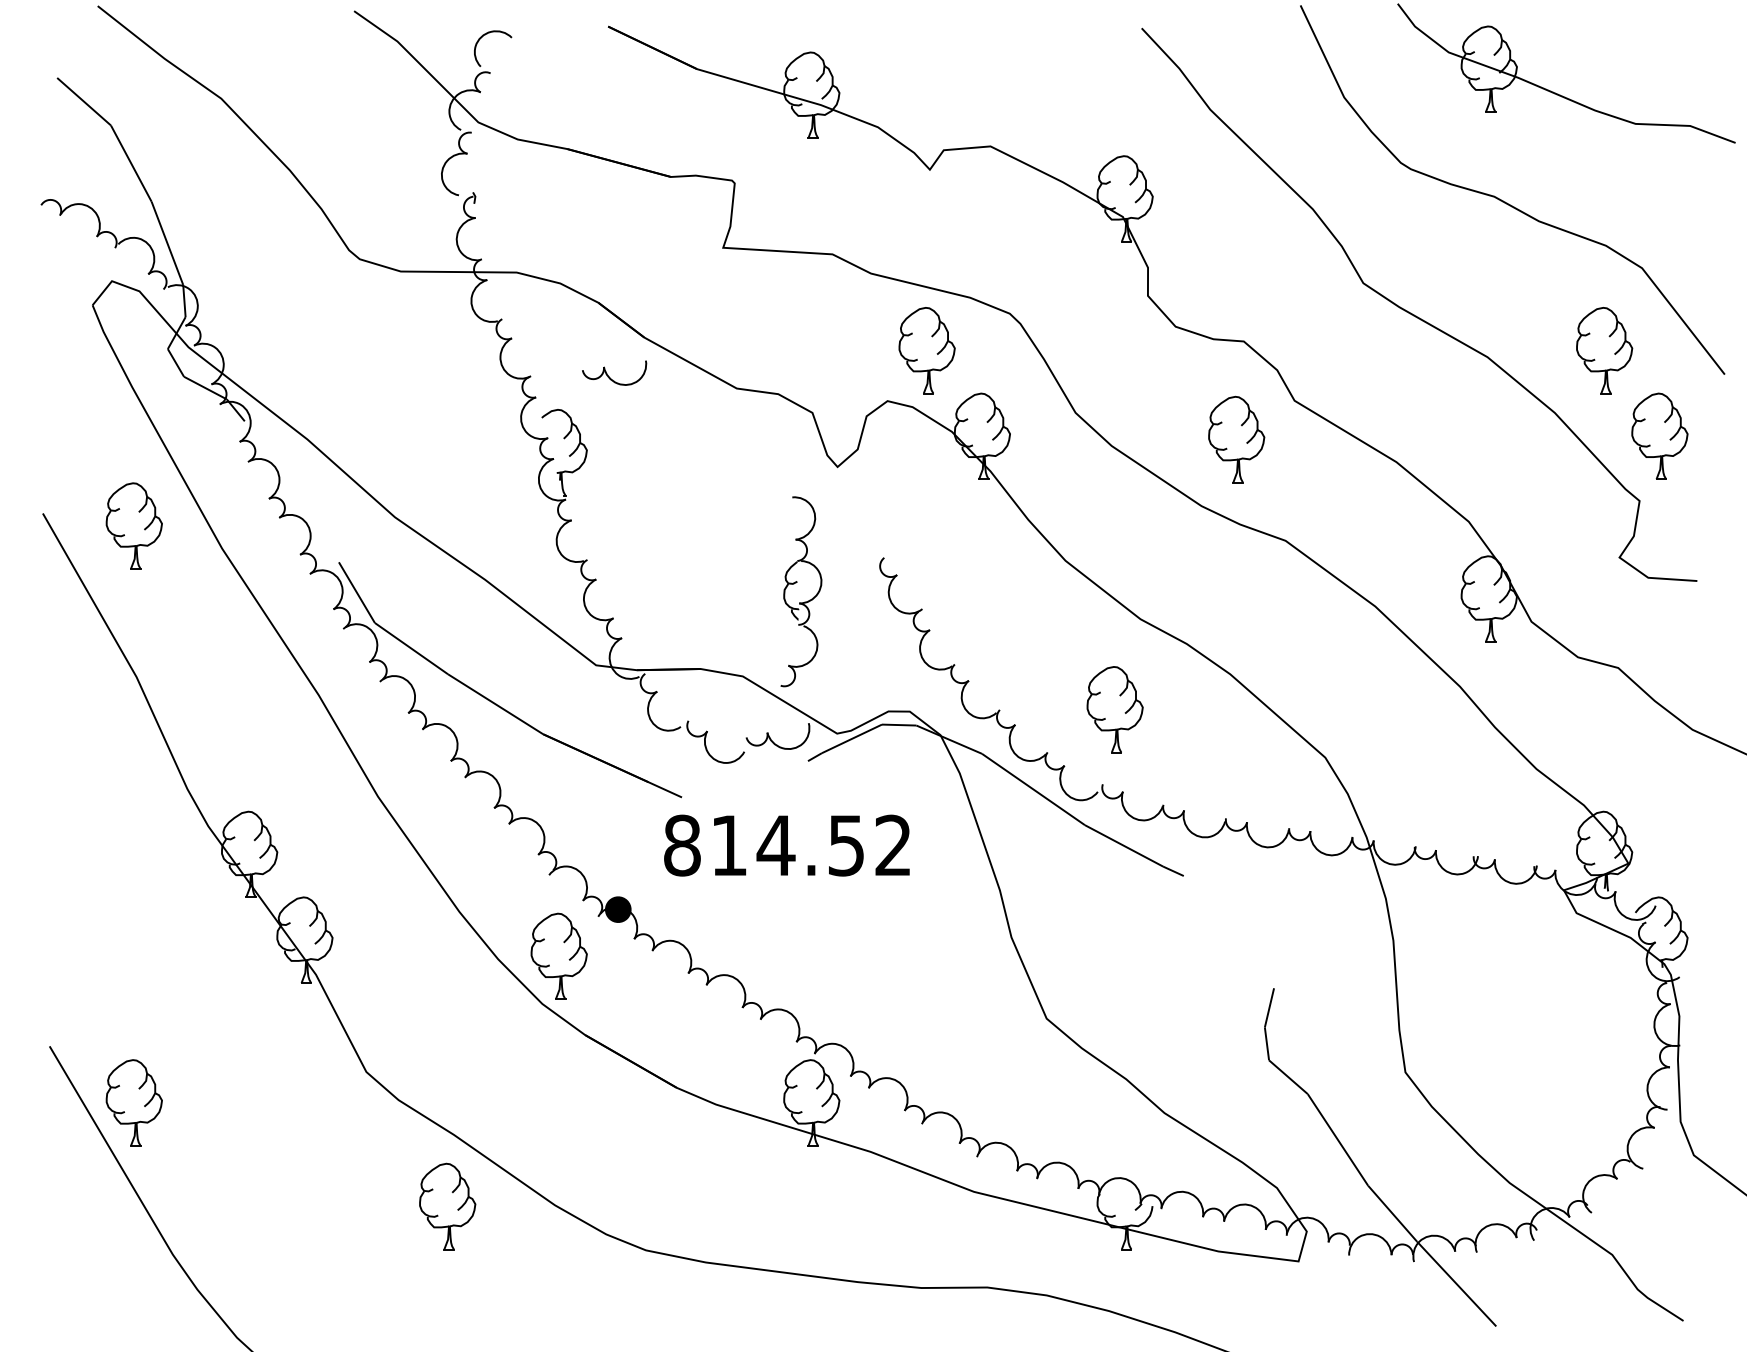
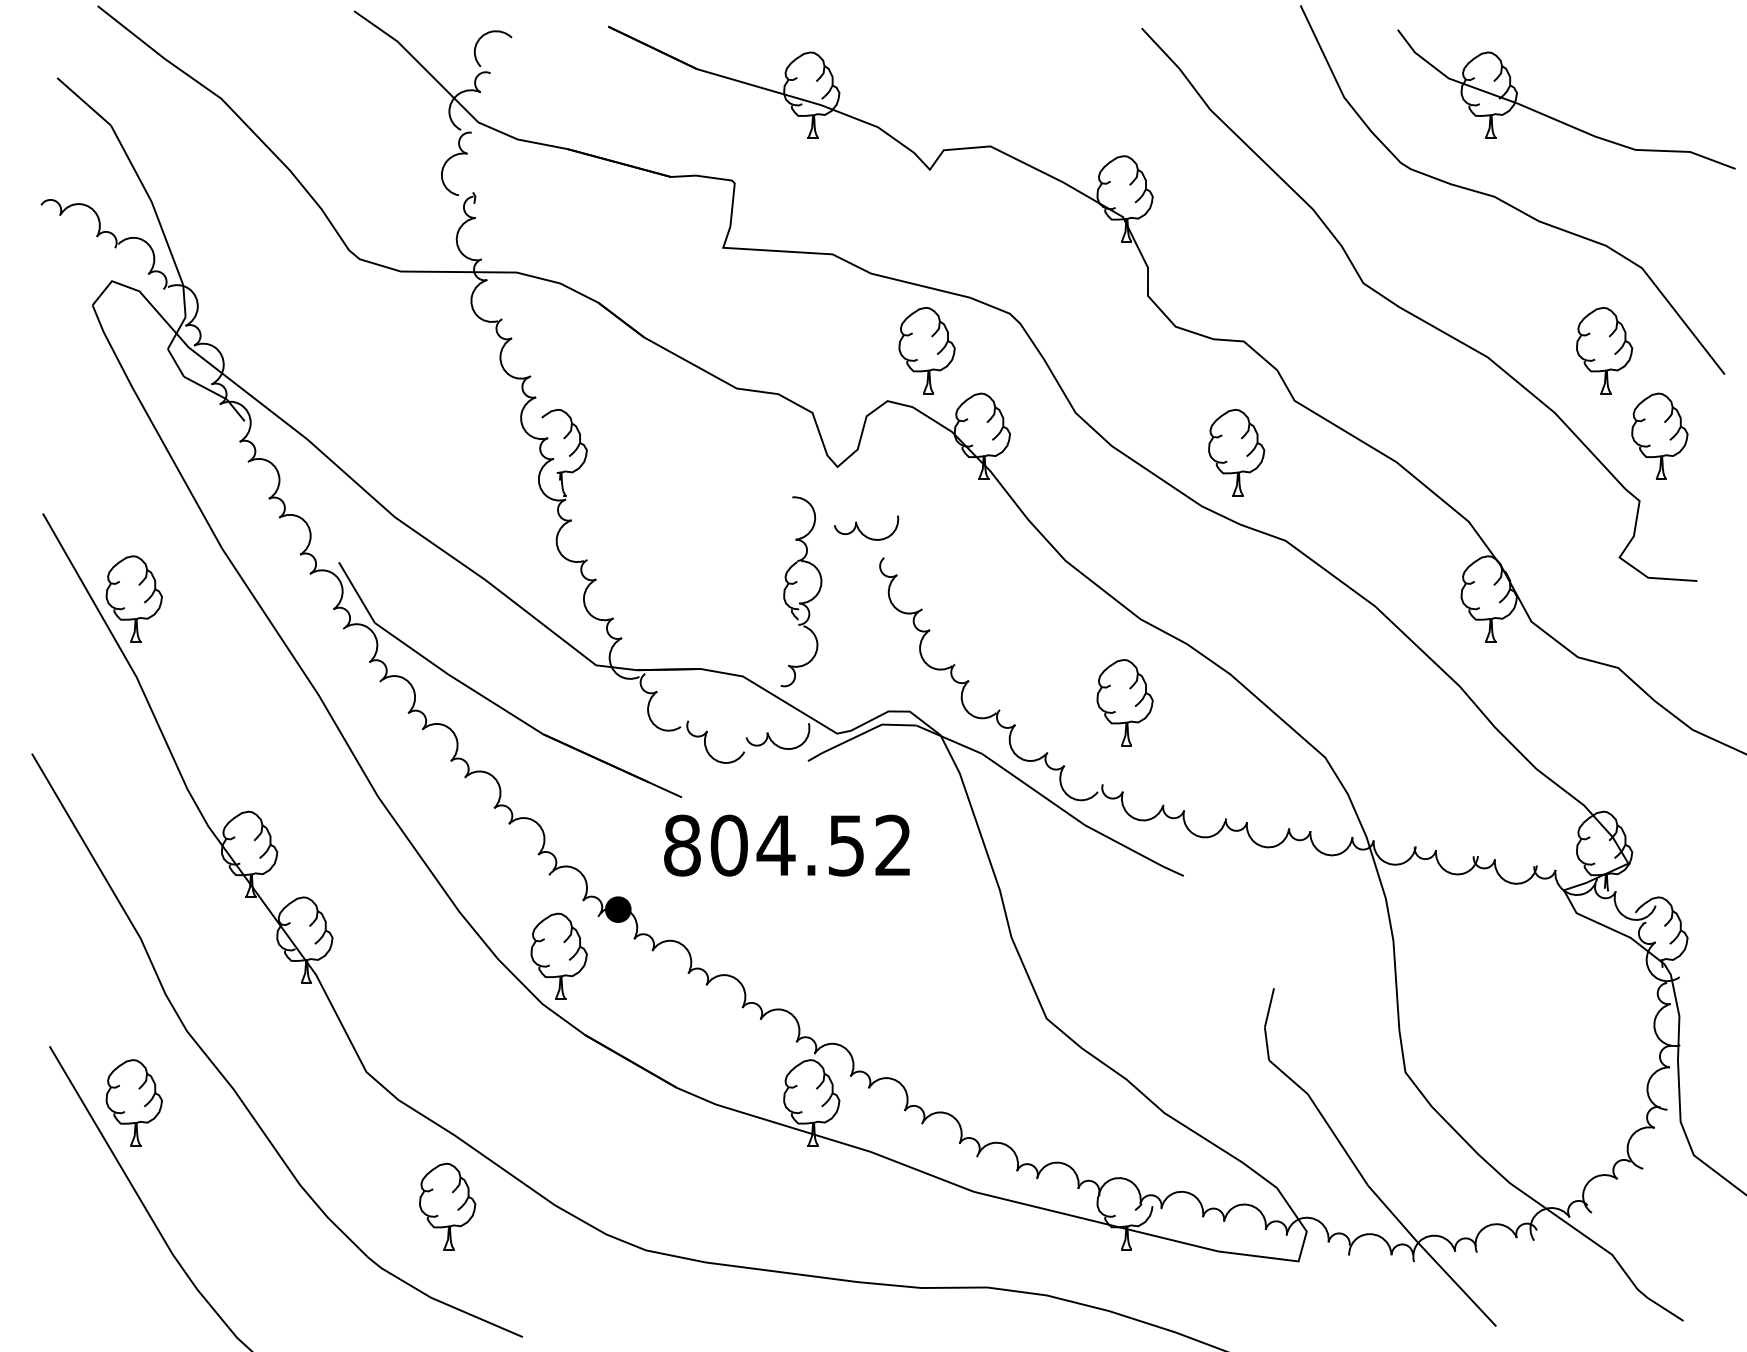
part at (1560, 94) position: (1560, 94) -> (1560, 120)
part at (609, 376) position: (609, 376) -> (861, 531)
part at (1236, 439) position: (1236, 439) -> (1236, 452)
part at (133, 525) position: (133, 525) -> (133, 598)
part at (1114, 709) position: (1114, 709) -> (1124, 702)
text at (728, 845): 814.52 -> 804.52
curve at (230, 1083): none -> present
